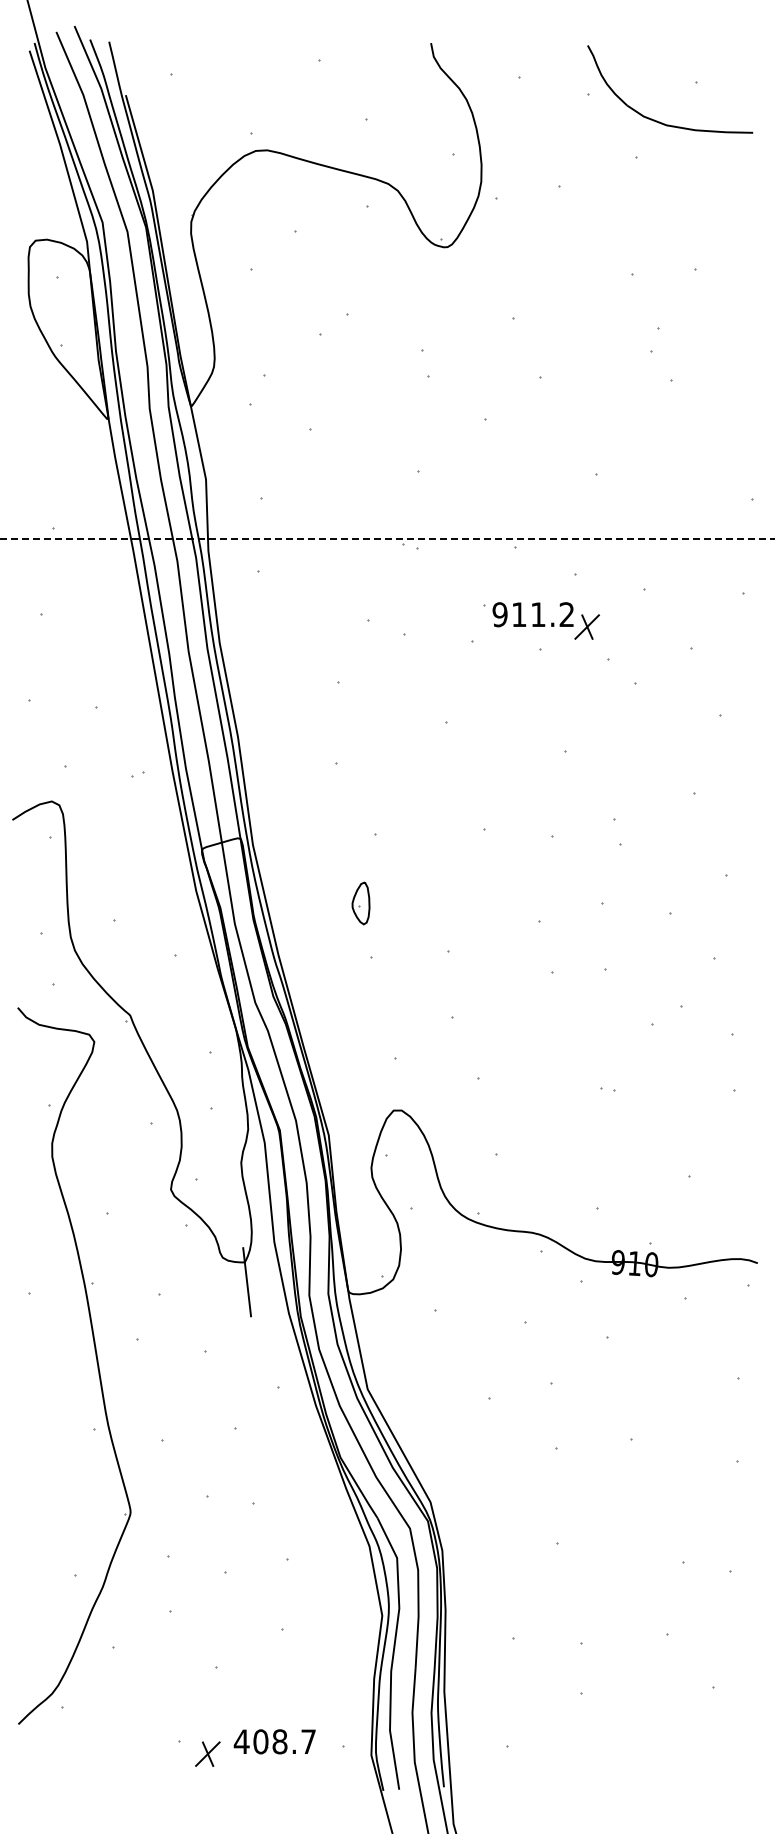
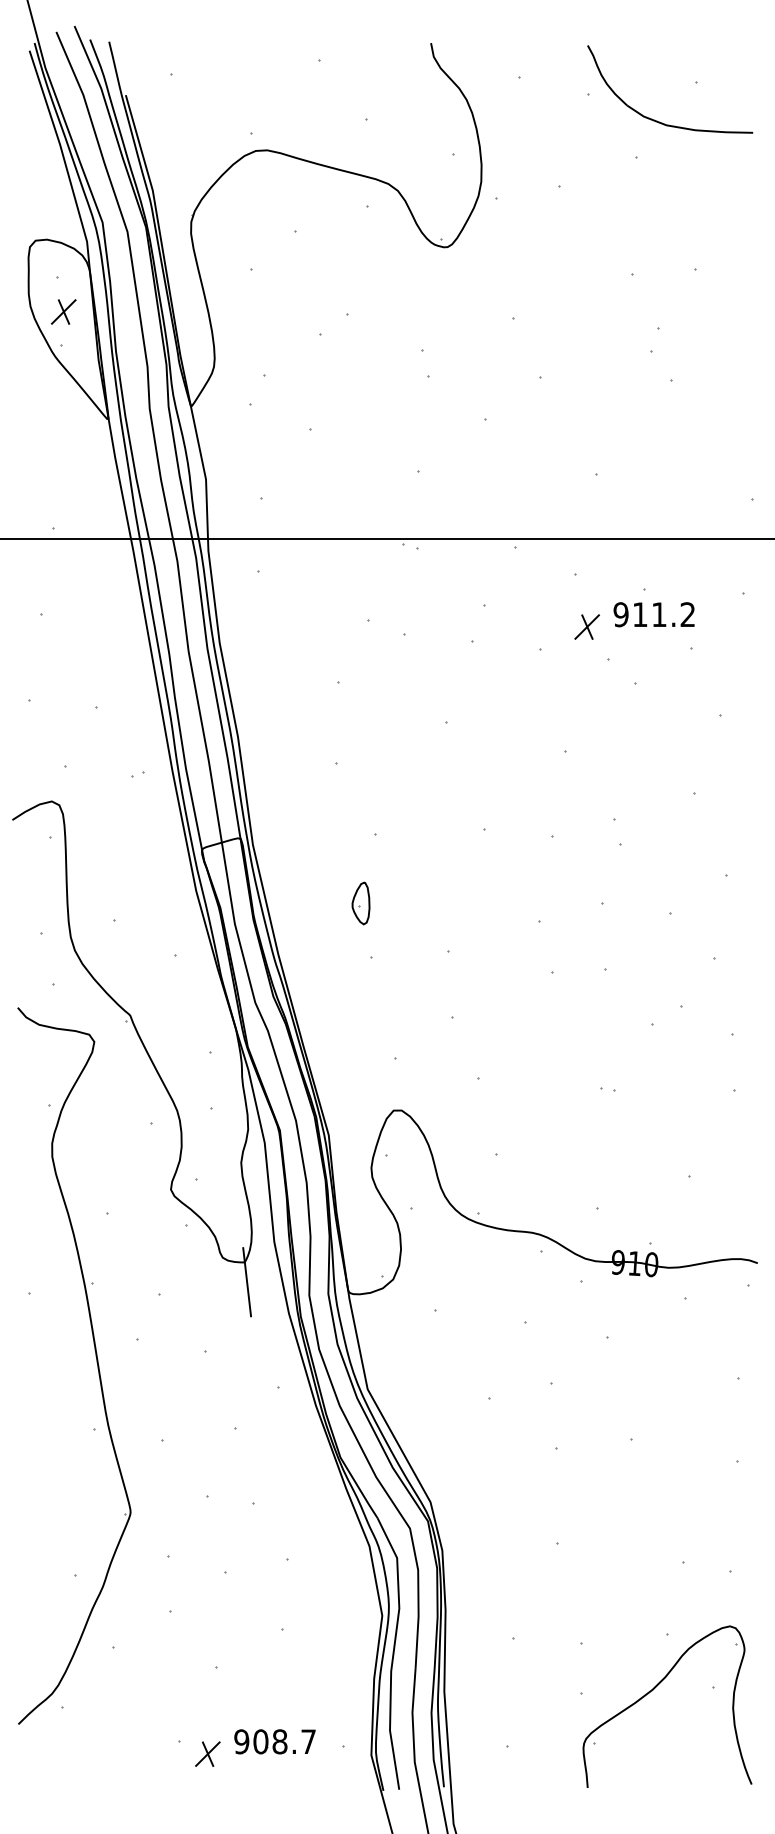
part at (63, 311): none -> present
line at (388, 538): dashed -> solid
text at (532, 614) position: (532, 614) -> (653, 614)
part at (652, 1691): none -> present
text at (241, 1741): 408.7 -> 908.7
